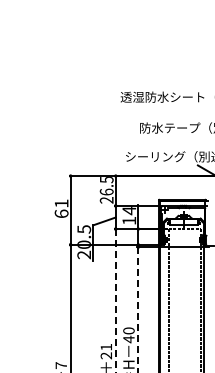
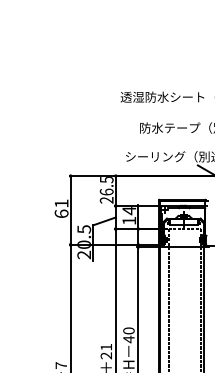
line at (115, 300): dashed -> solid
line at (138, 310): dashed -> solid
